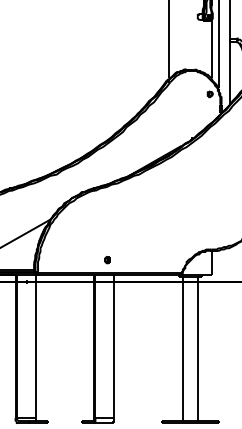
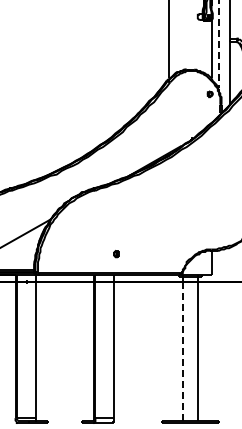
line at (219, 44): solid -> dashed
part at (107, 260) position: (107, 260) -> (116, 254)
line at (182, 351): solid -> dashed
